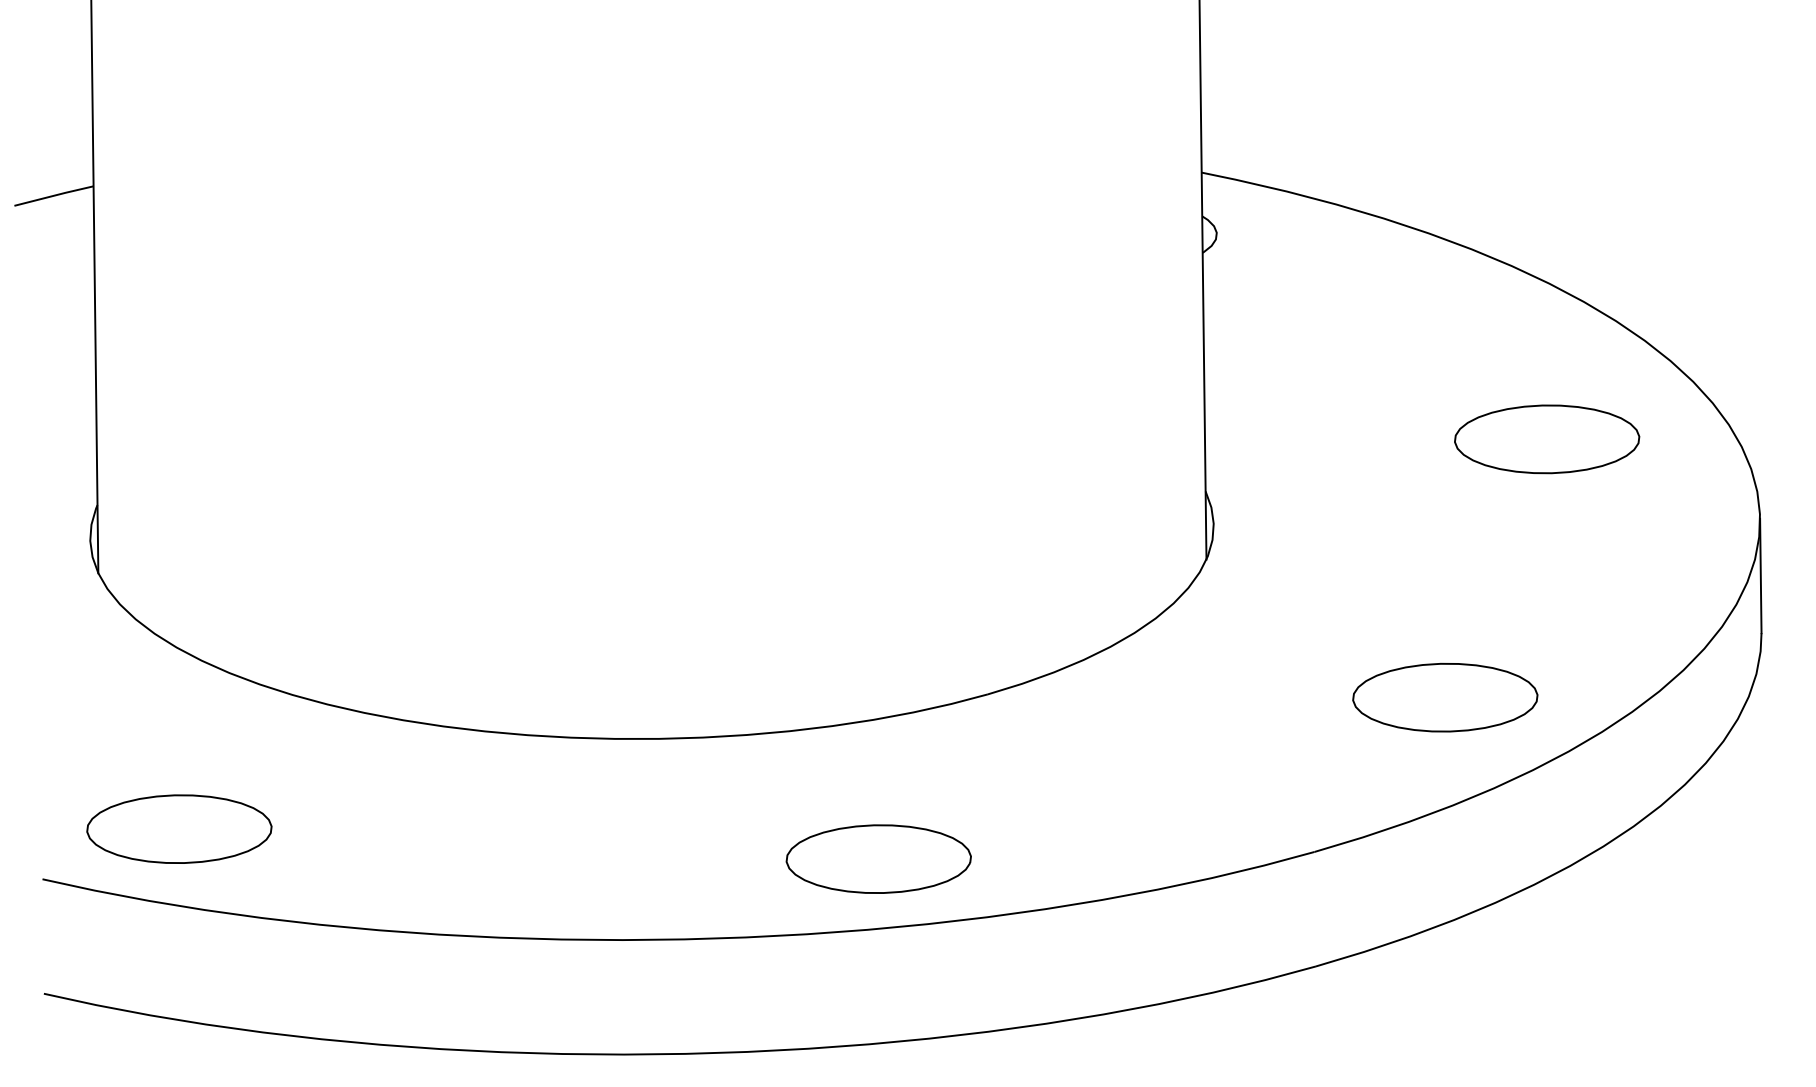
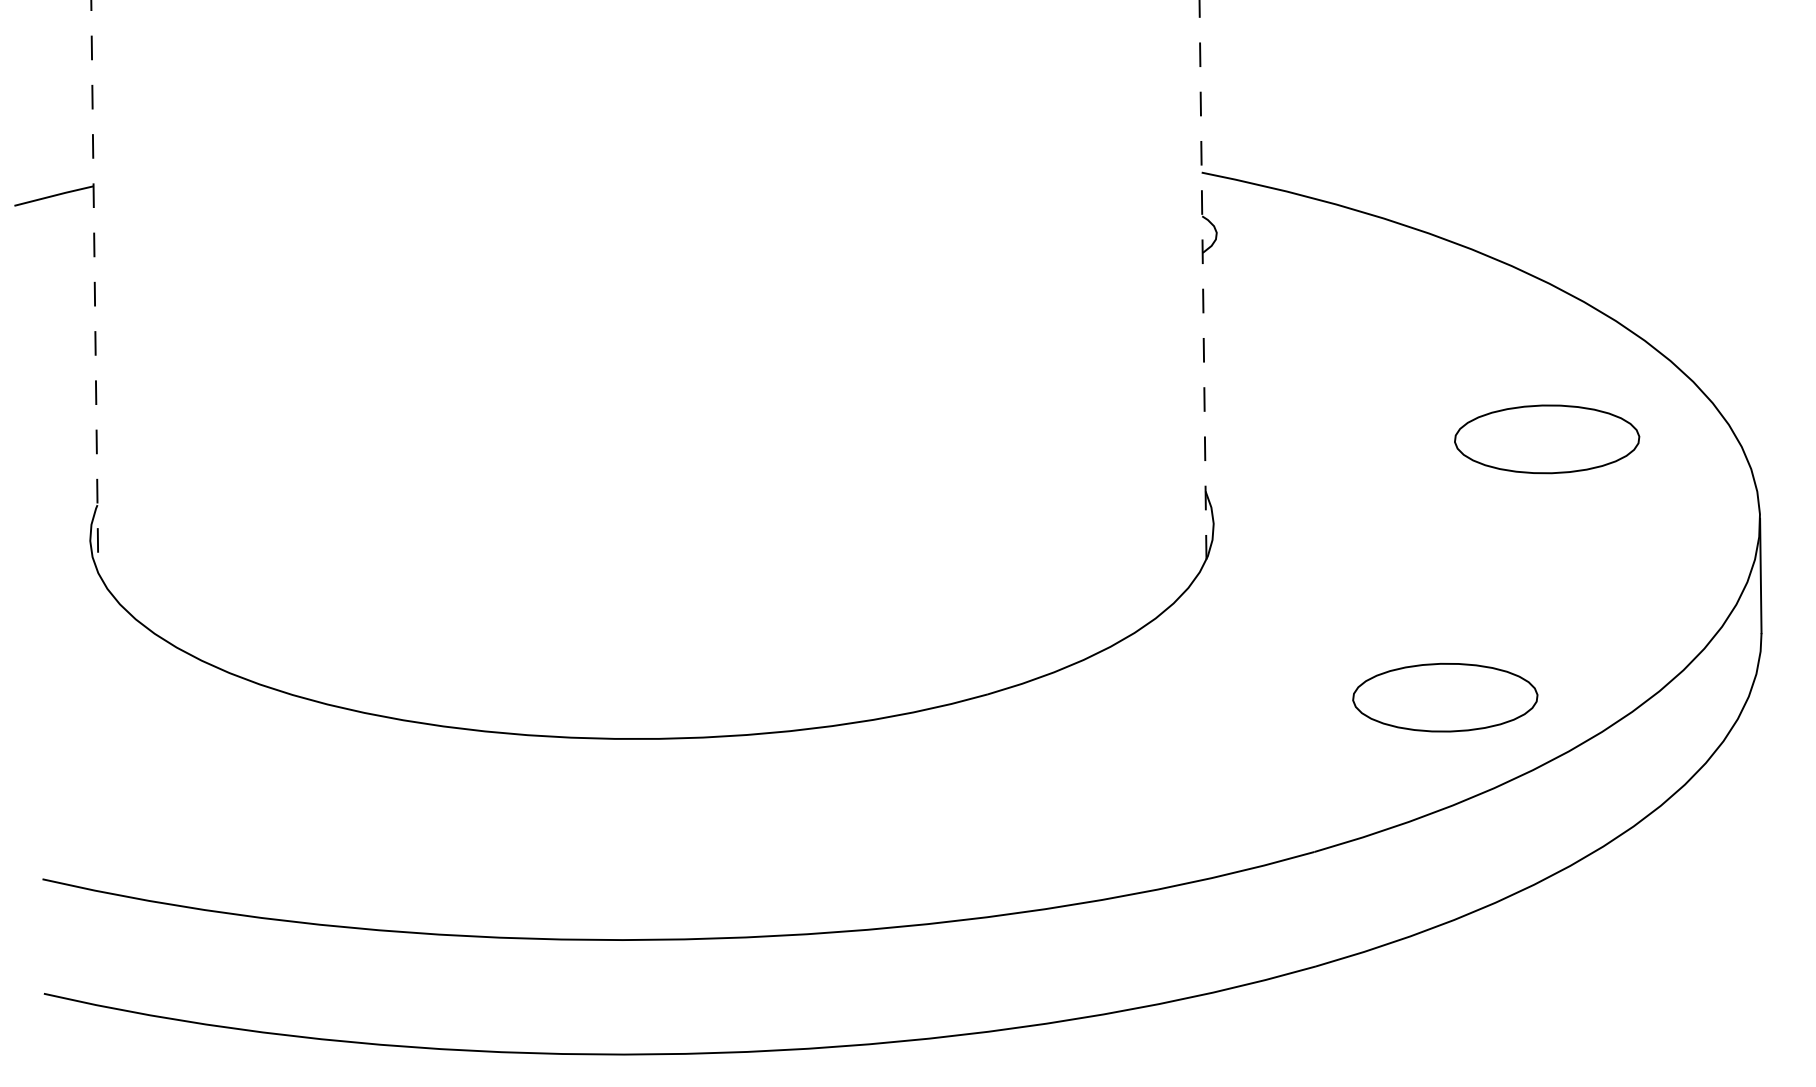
line at (1203, 279): solid -> dashed
line at (94, 287): solid -> dashed
part at (179, 828): present -> none
part at (878, 858): present -> none
